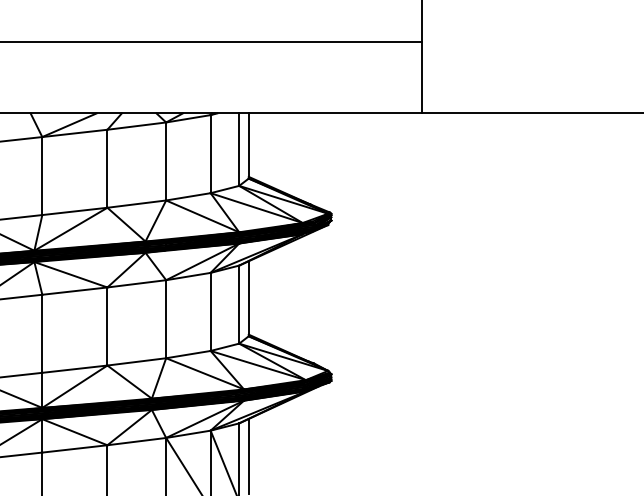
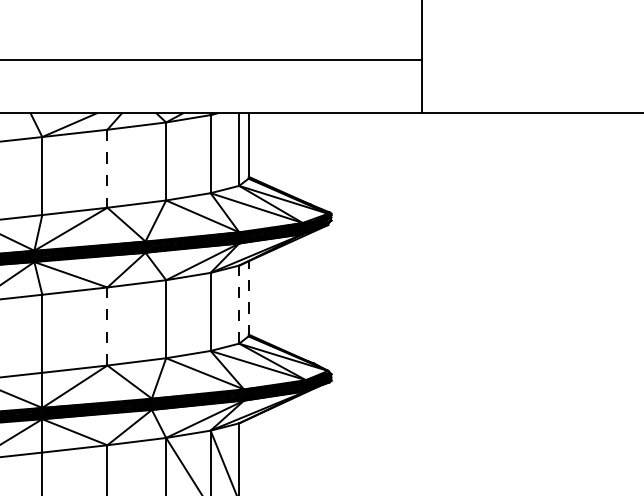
line at (211, 42) position: (211, 42) -> (211, 60)
line at (107, 169): solid -> dashed
line at (248, 298): solid -> dashed
line at (239, 304): solid -> dashed
line at (107, 326): solid -> dashed
line at (248, 455): present -> none
